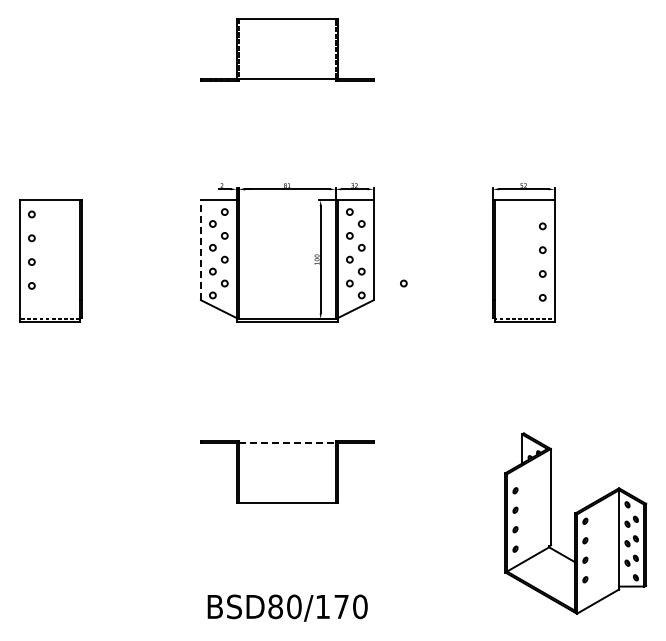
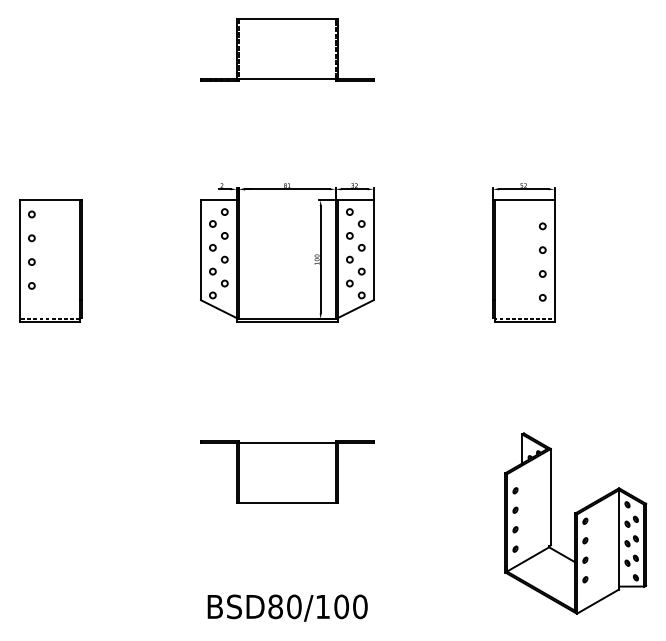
line at (200, 249): dashed -> solid
circle at (403, 283): present -> none
line at (287, 443): dashed -> solid
text at (341, 606): BSD80/170 -> BSD80/100
